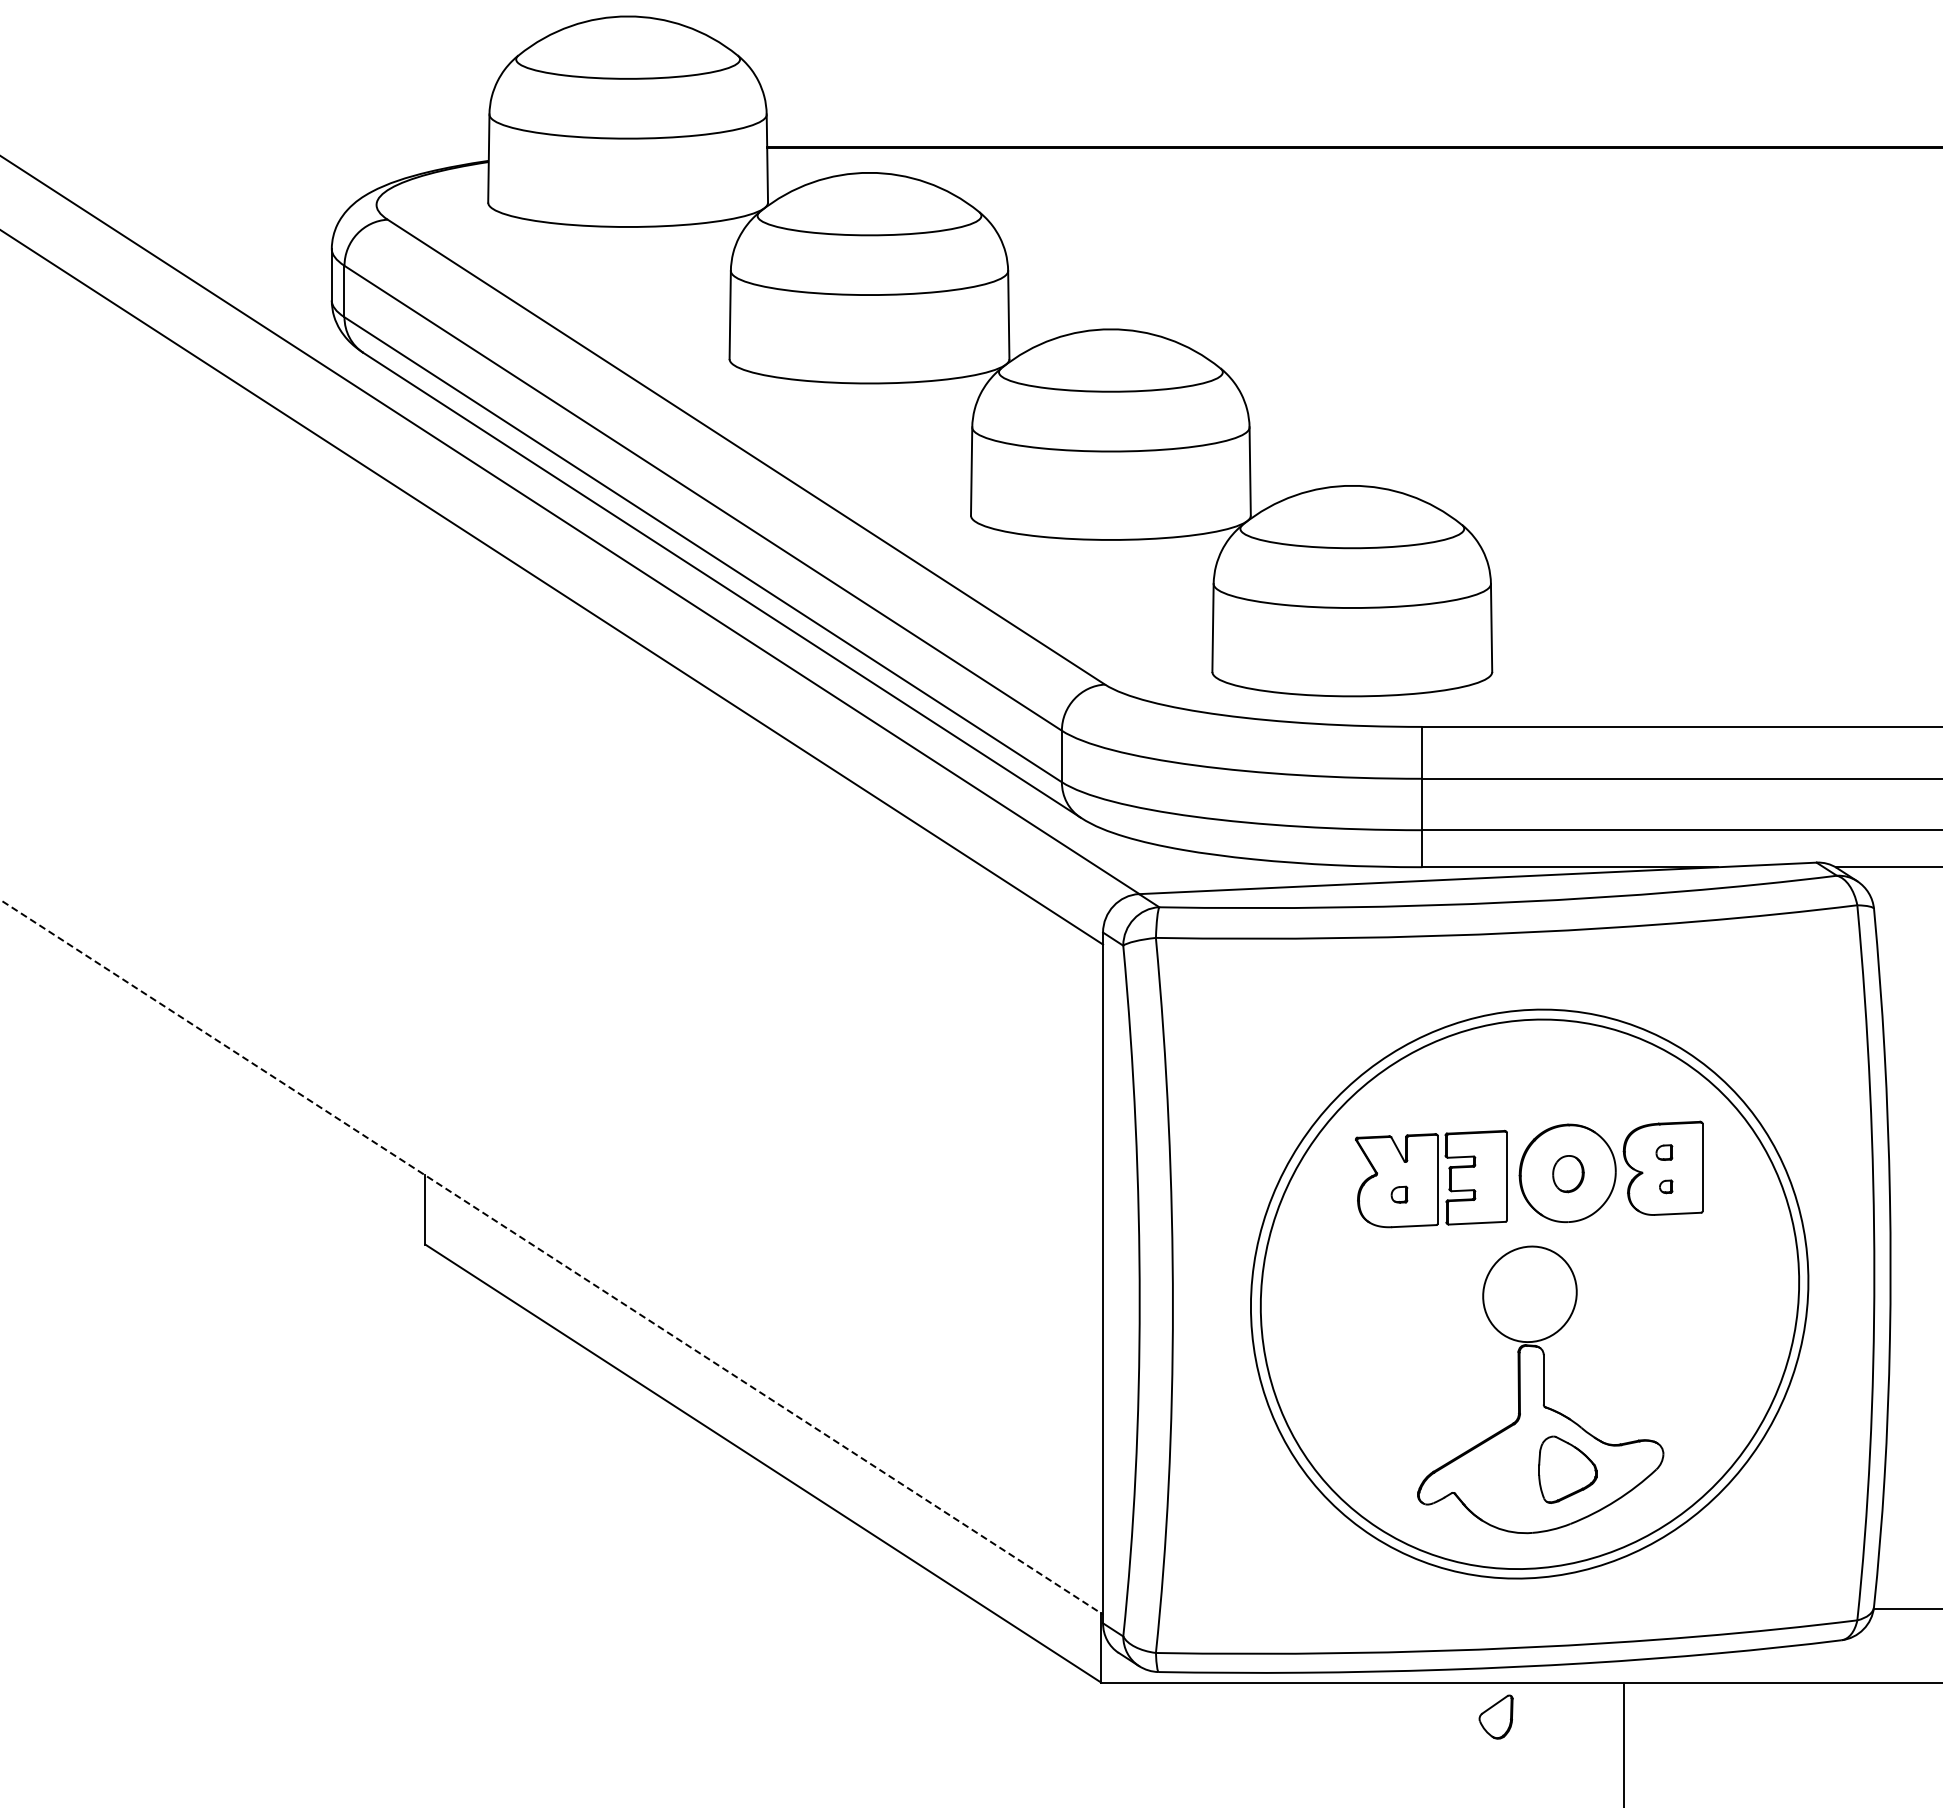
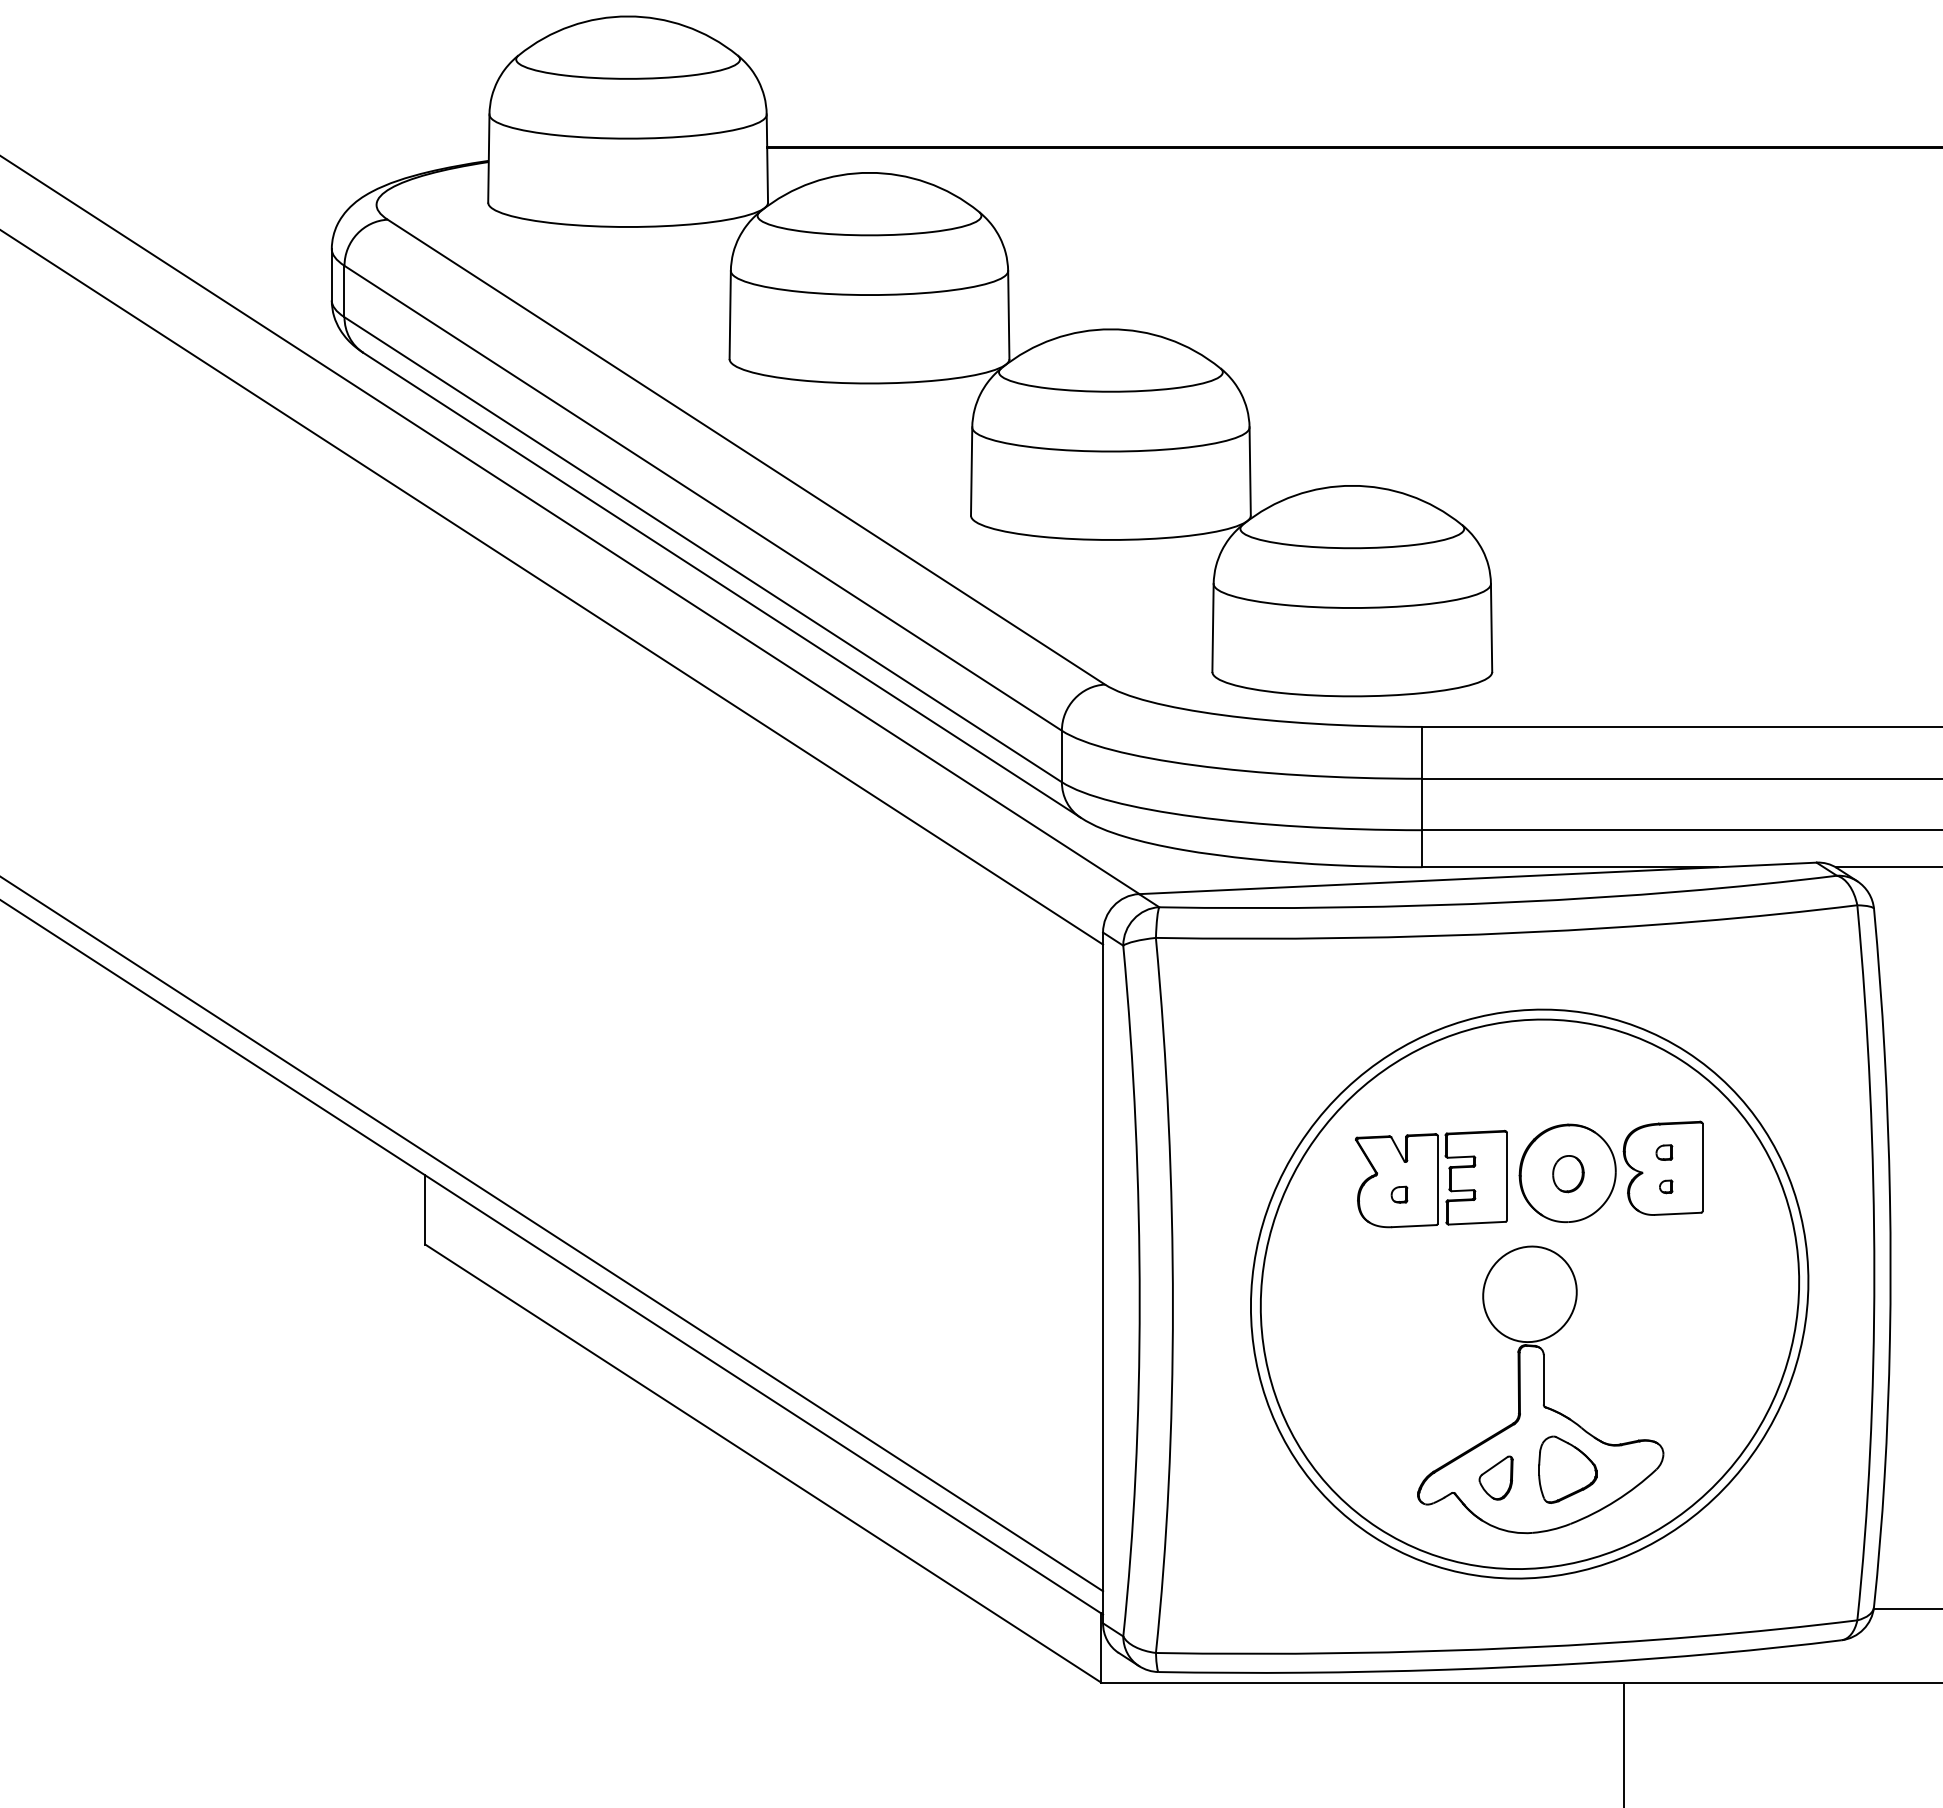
line at (552, 1234): none -> present
line at (552, 1257): dashed -> solid
part at (1495, 1716) position: (1495, 1716) -> (1495, 1477)
